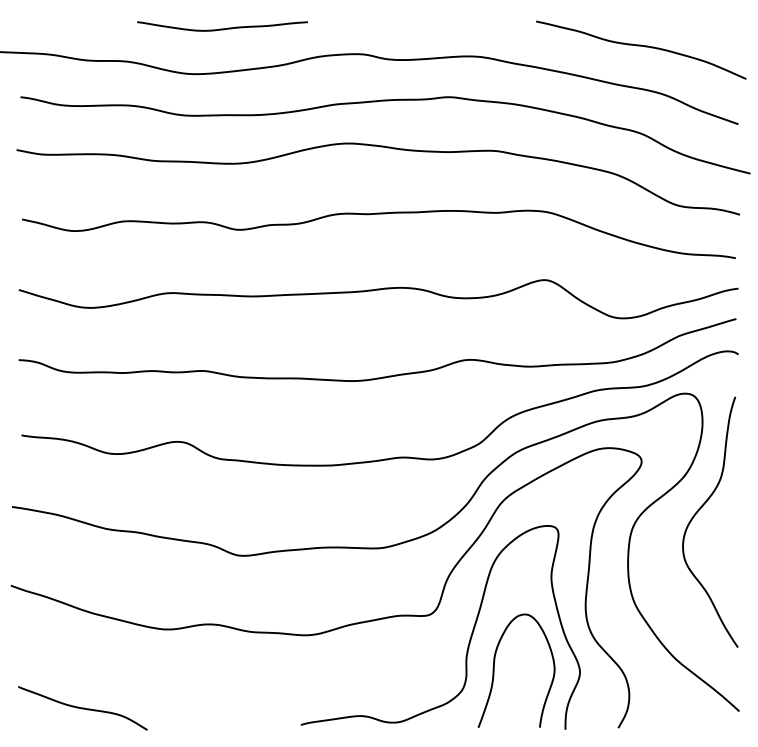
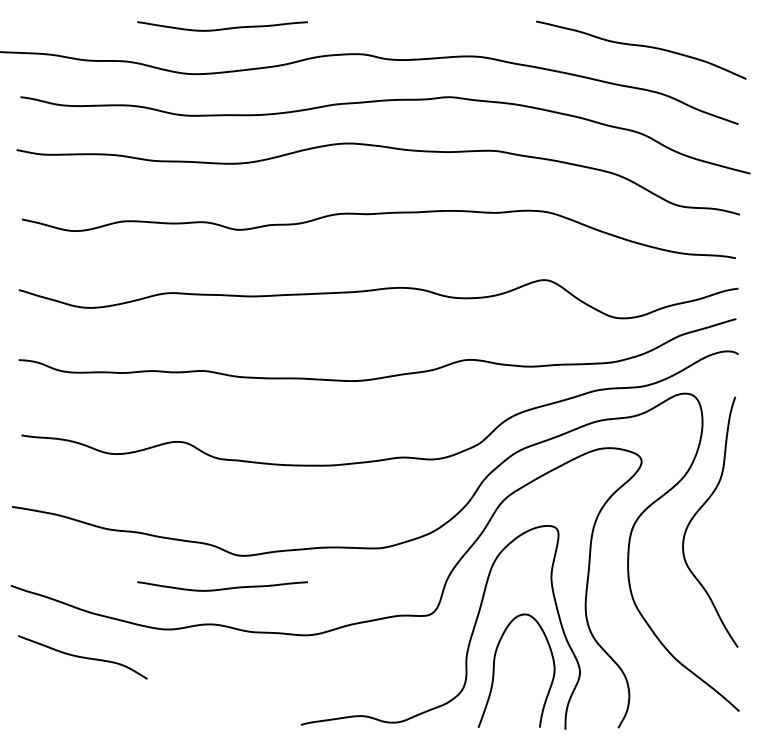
curve at (222, 588): none -> present
curve at (82, 708) position: (82, 708) -> (82, 657)
